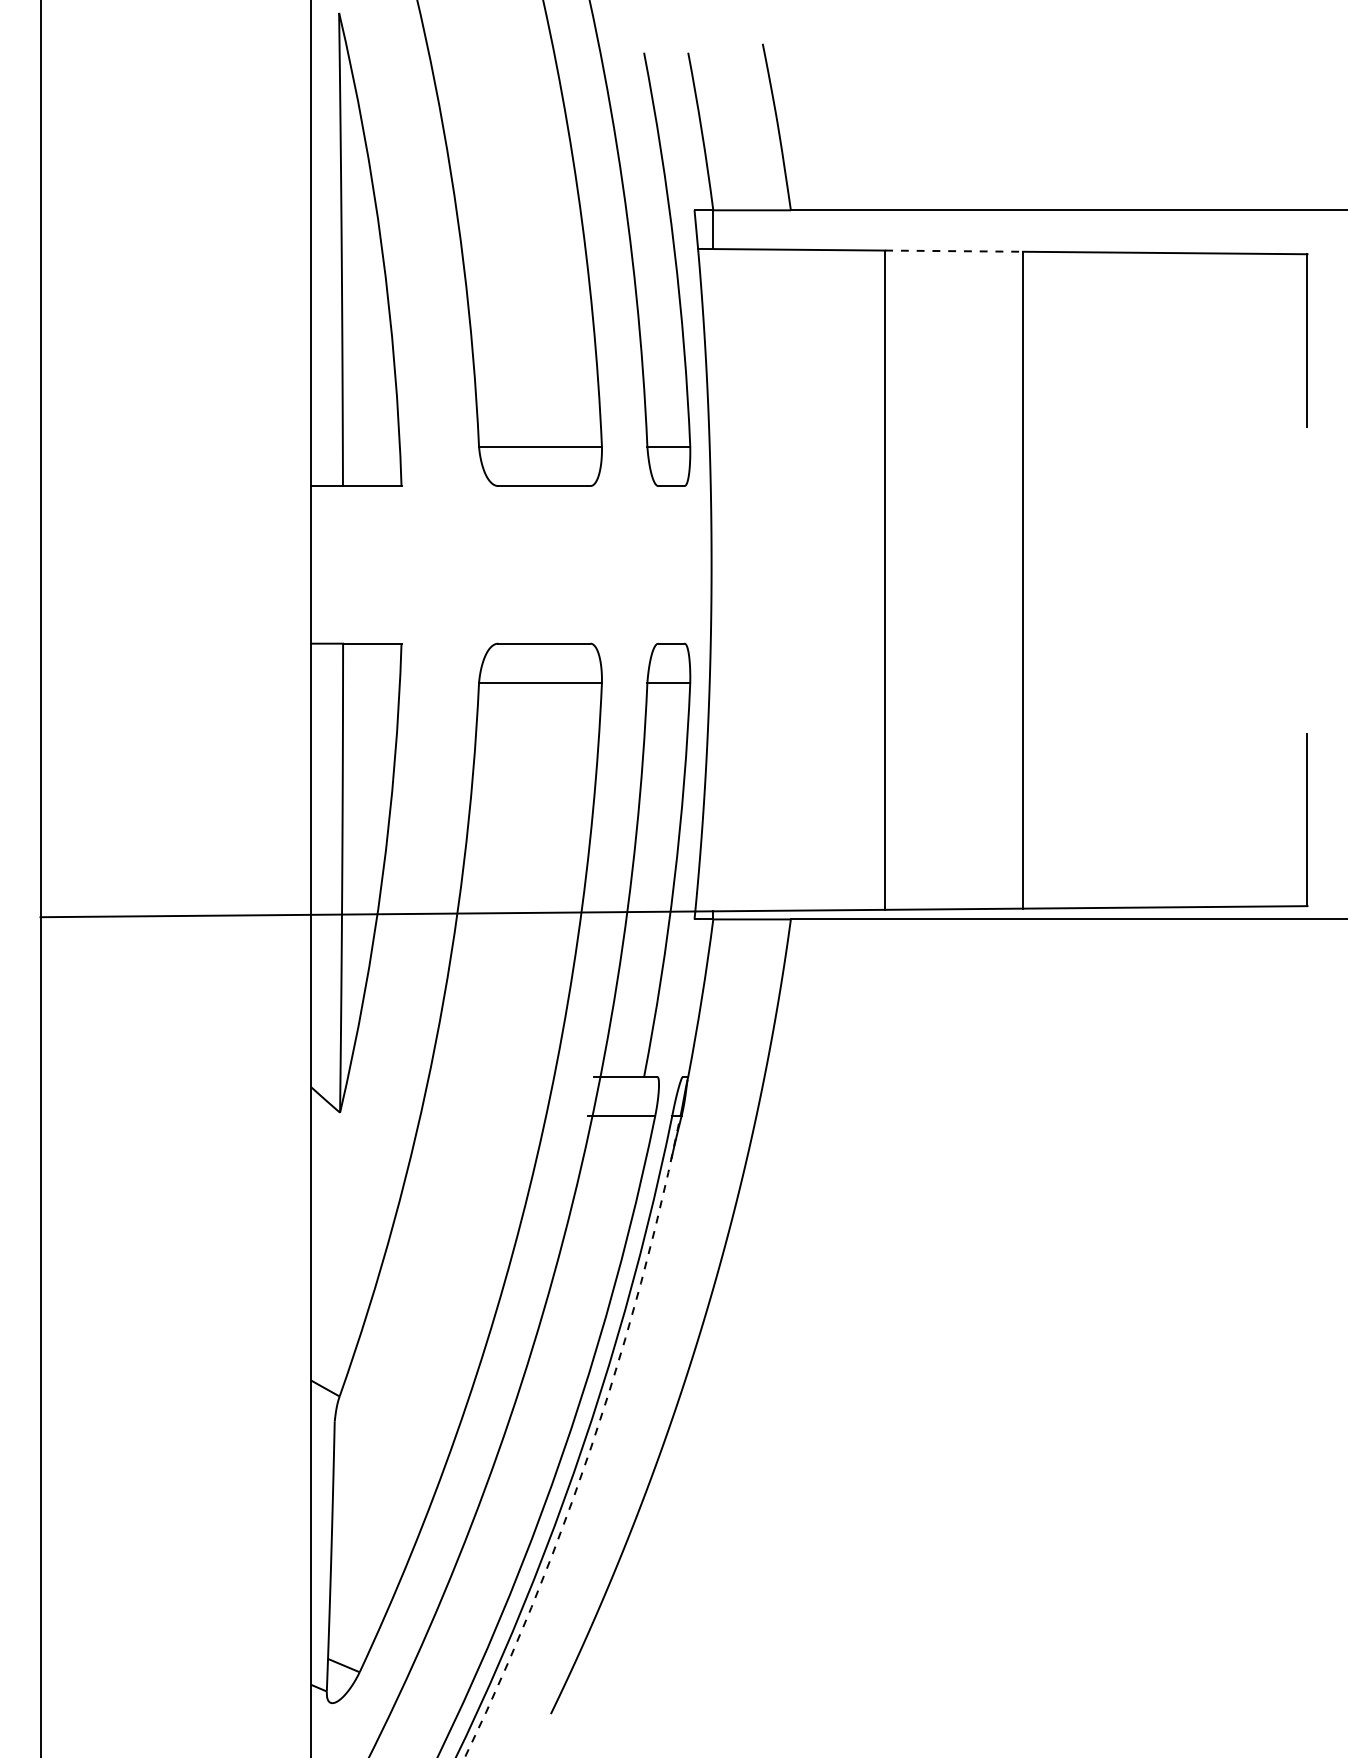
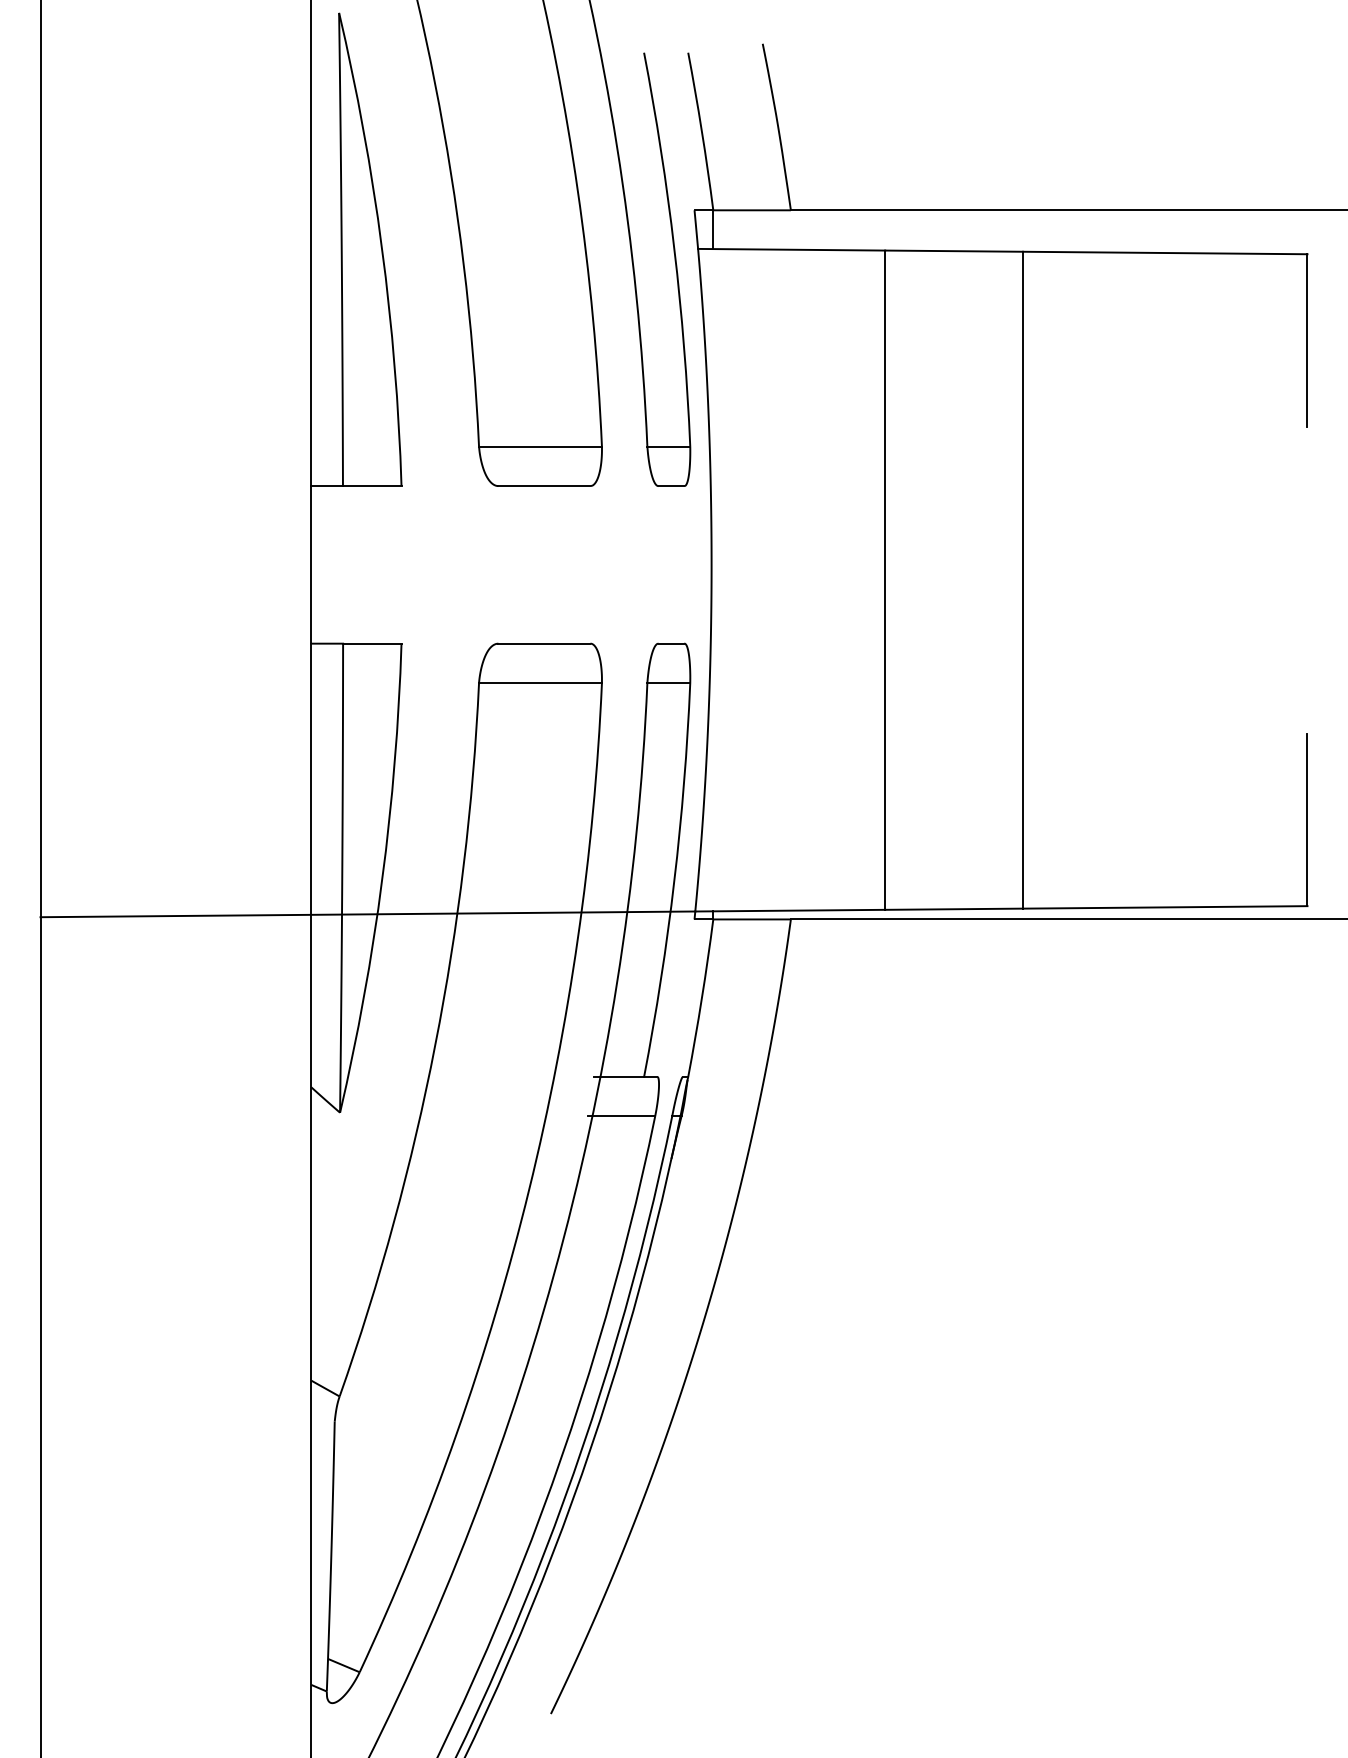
line at (954, 251): dashed -> solid
arc at (592, 1444): dashed -> solid
